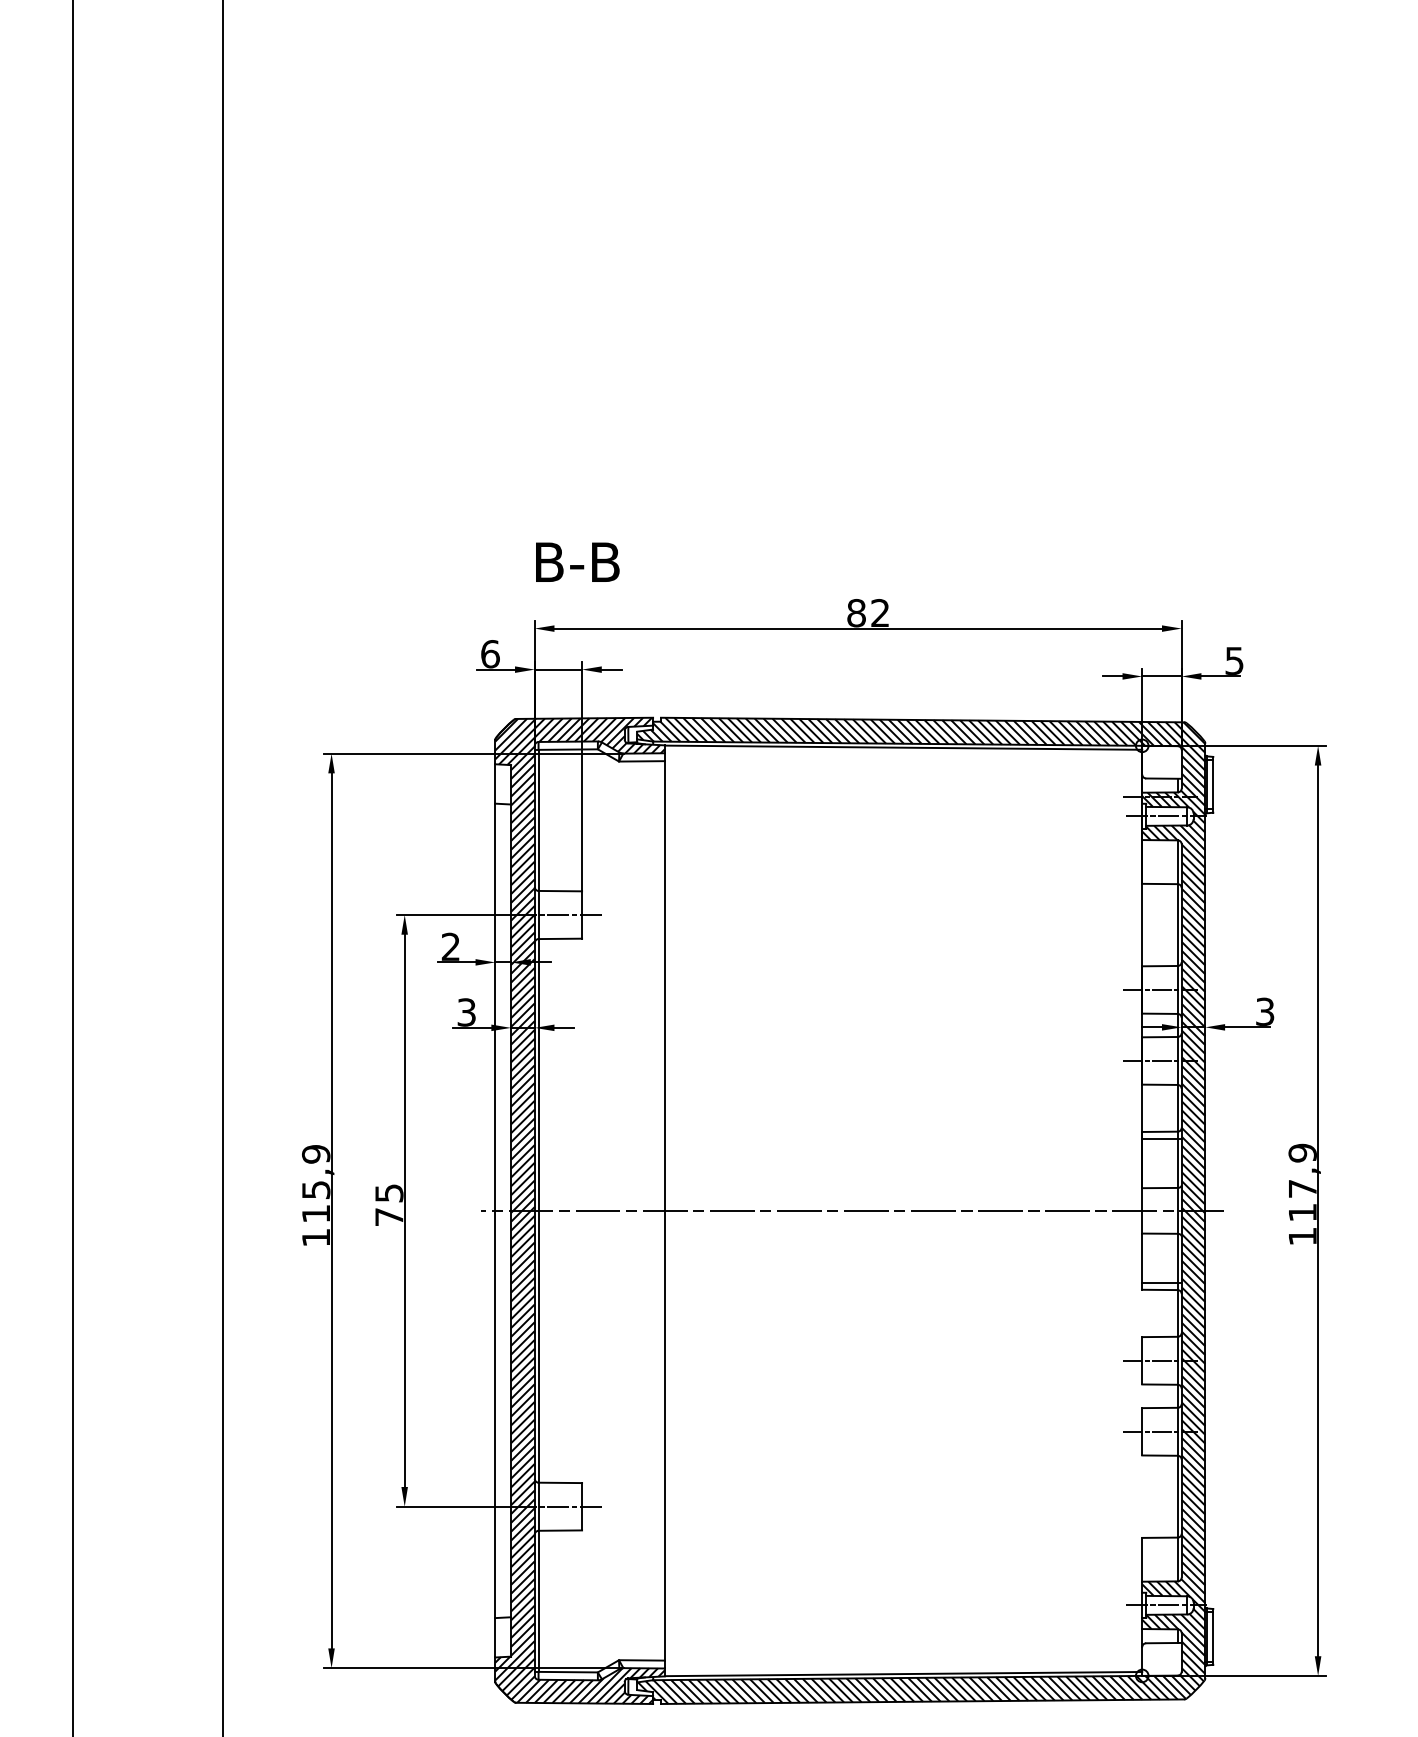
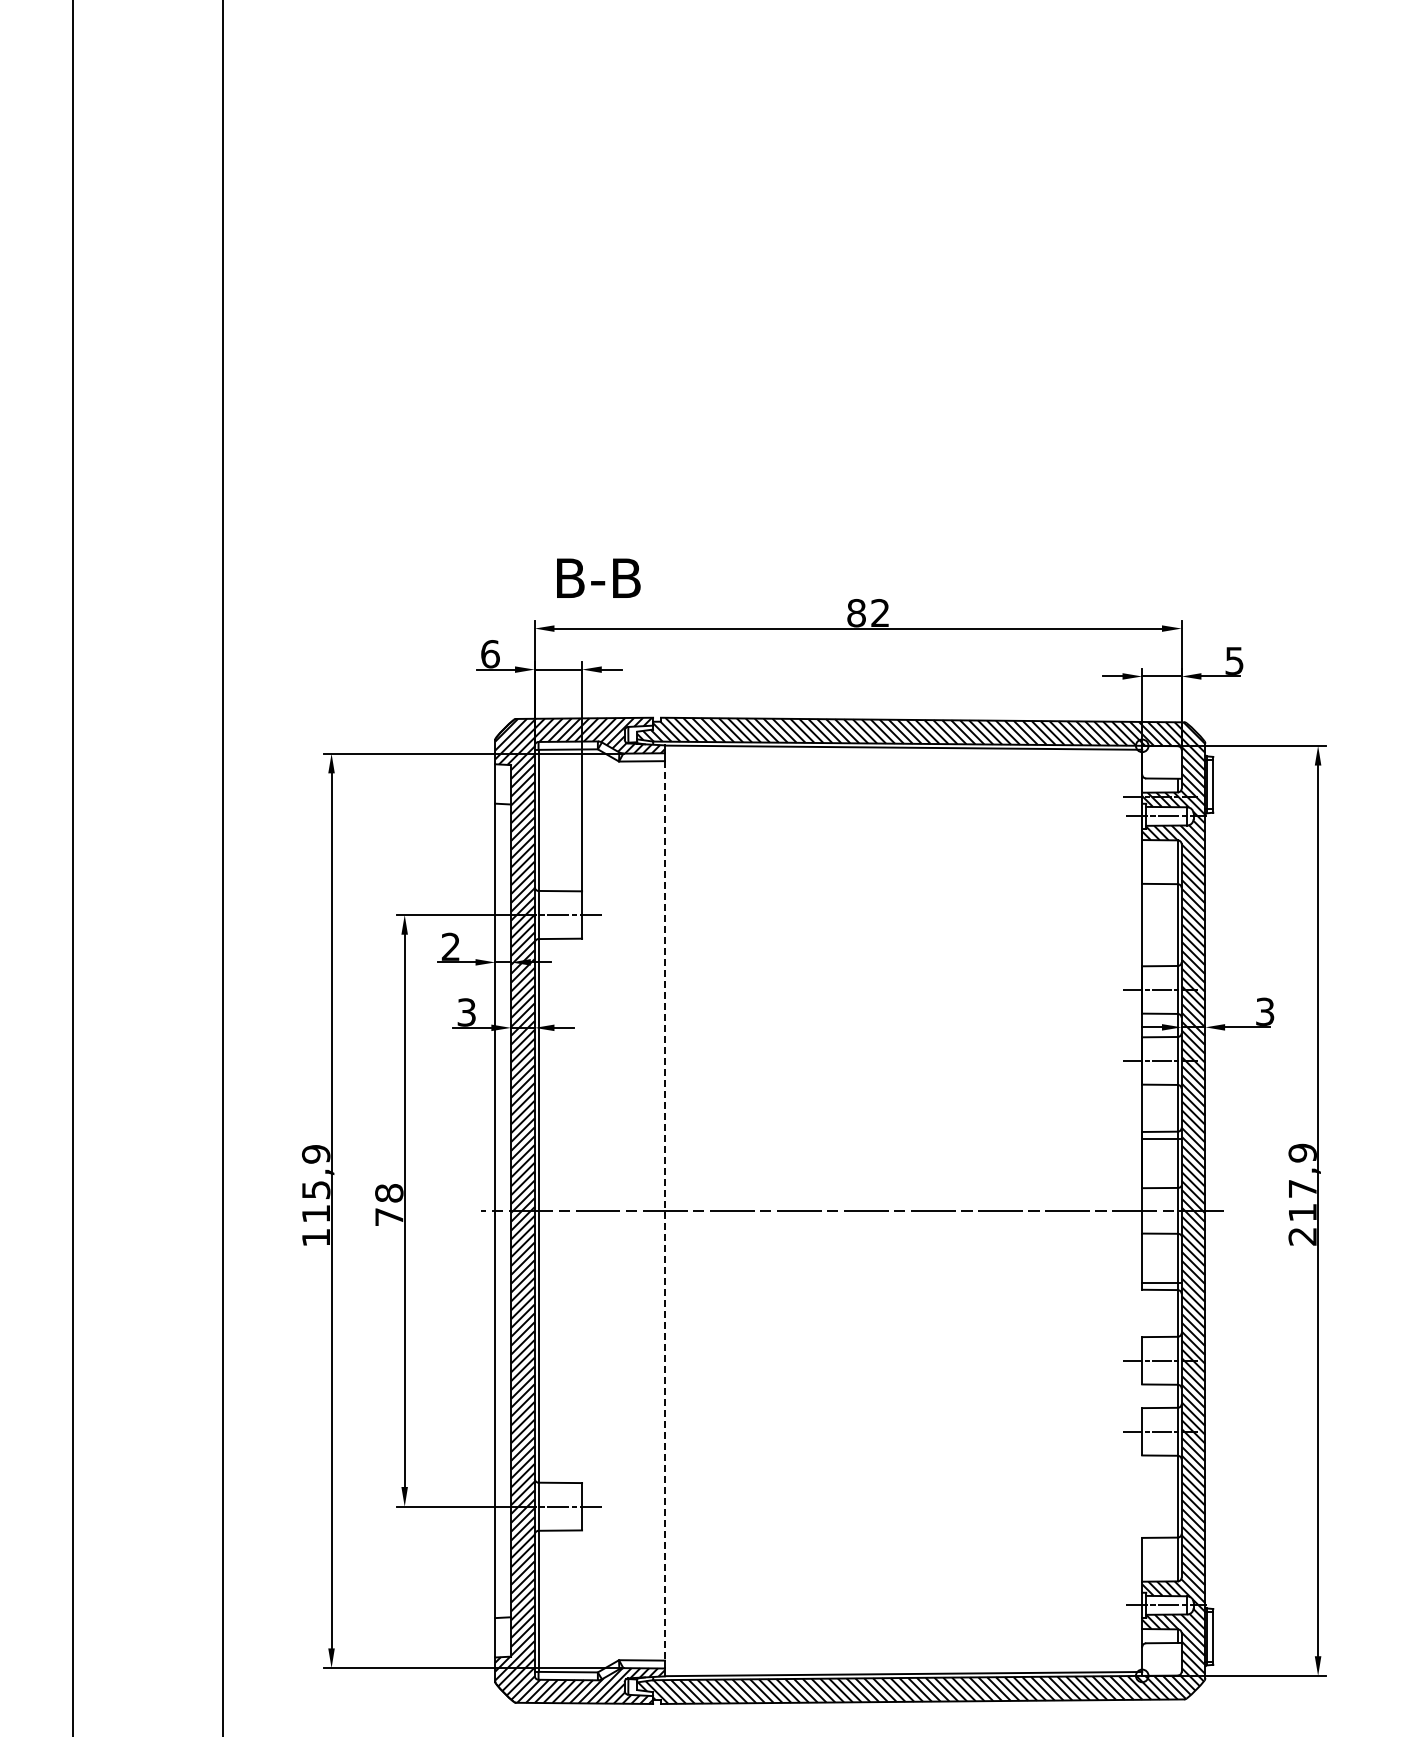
text at (577, 561) position: (577, 561) -> (598, 577)
text at (389, 1193): 75 -> 78
line at (664, 1210): solid -> dashed
text at (1302, 1236): 117,9 -> 217,9
